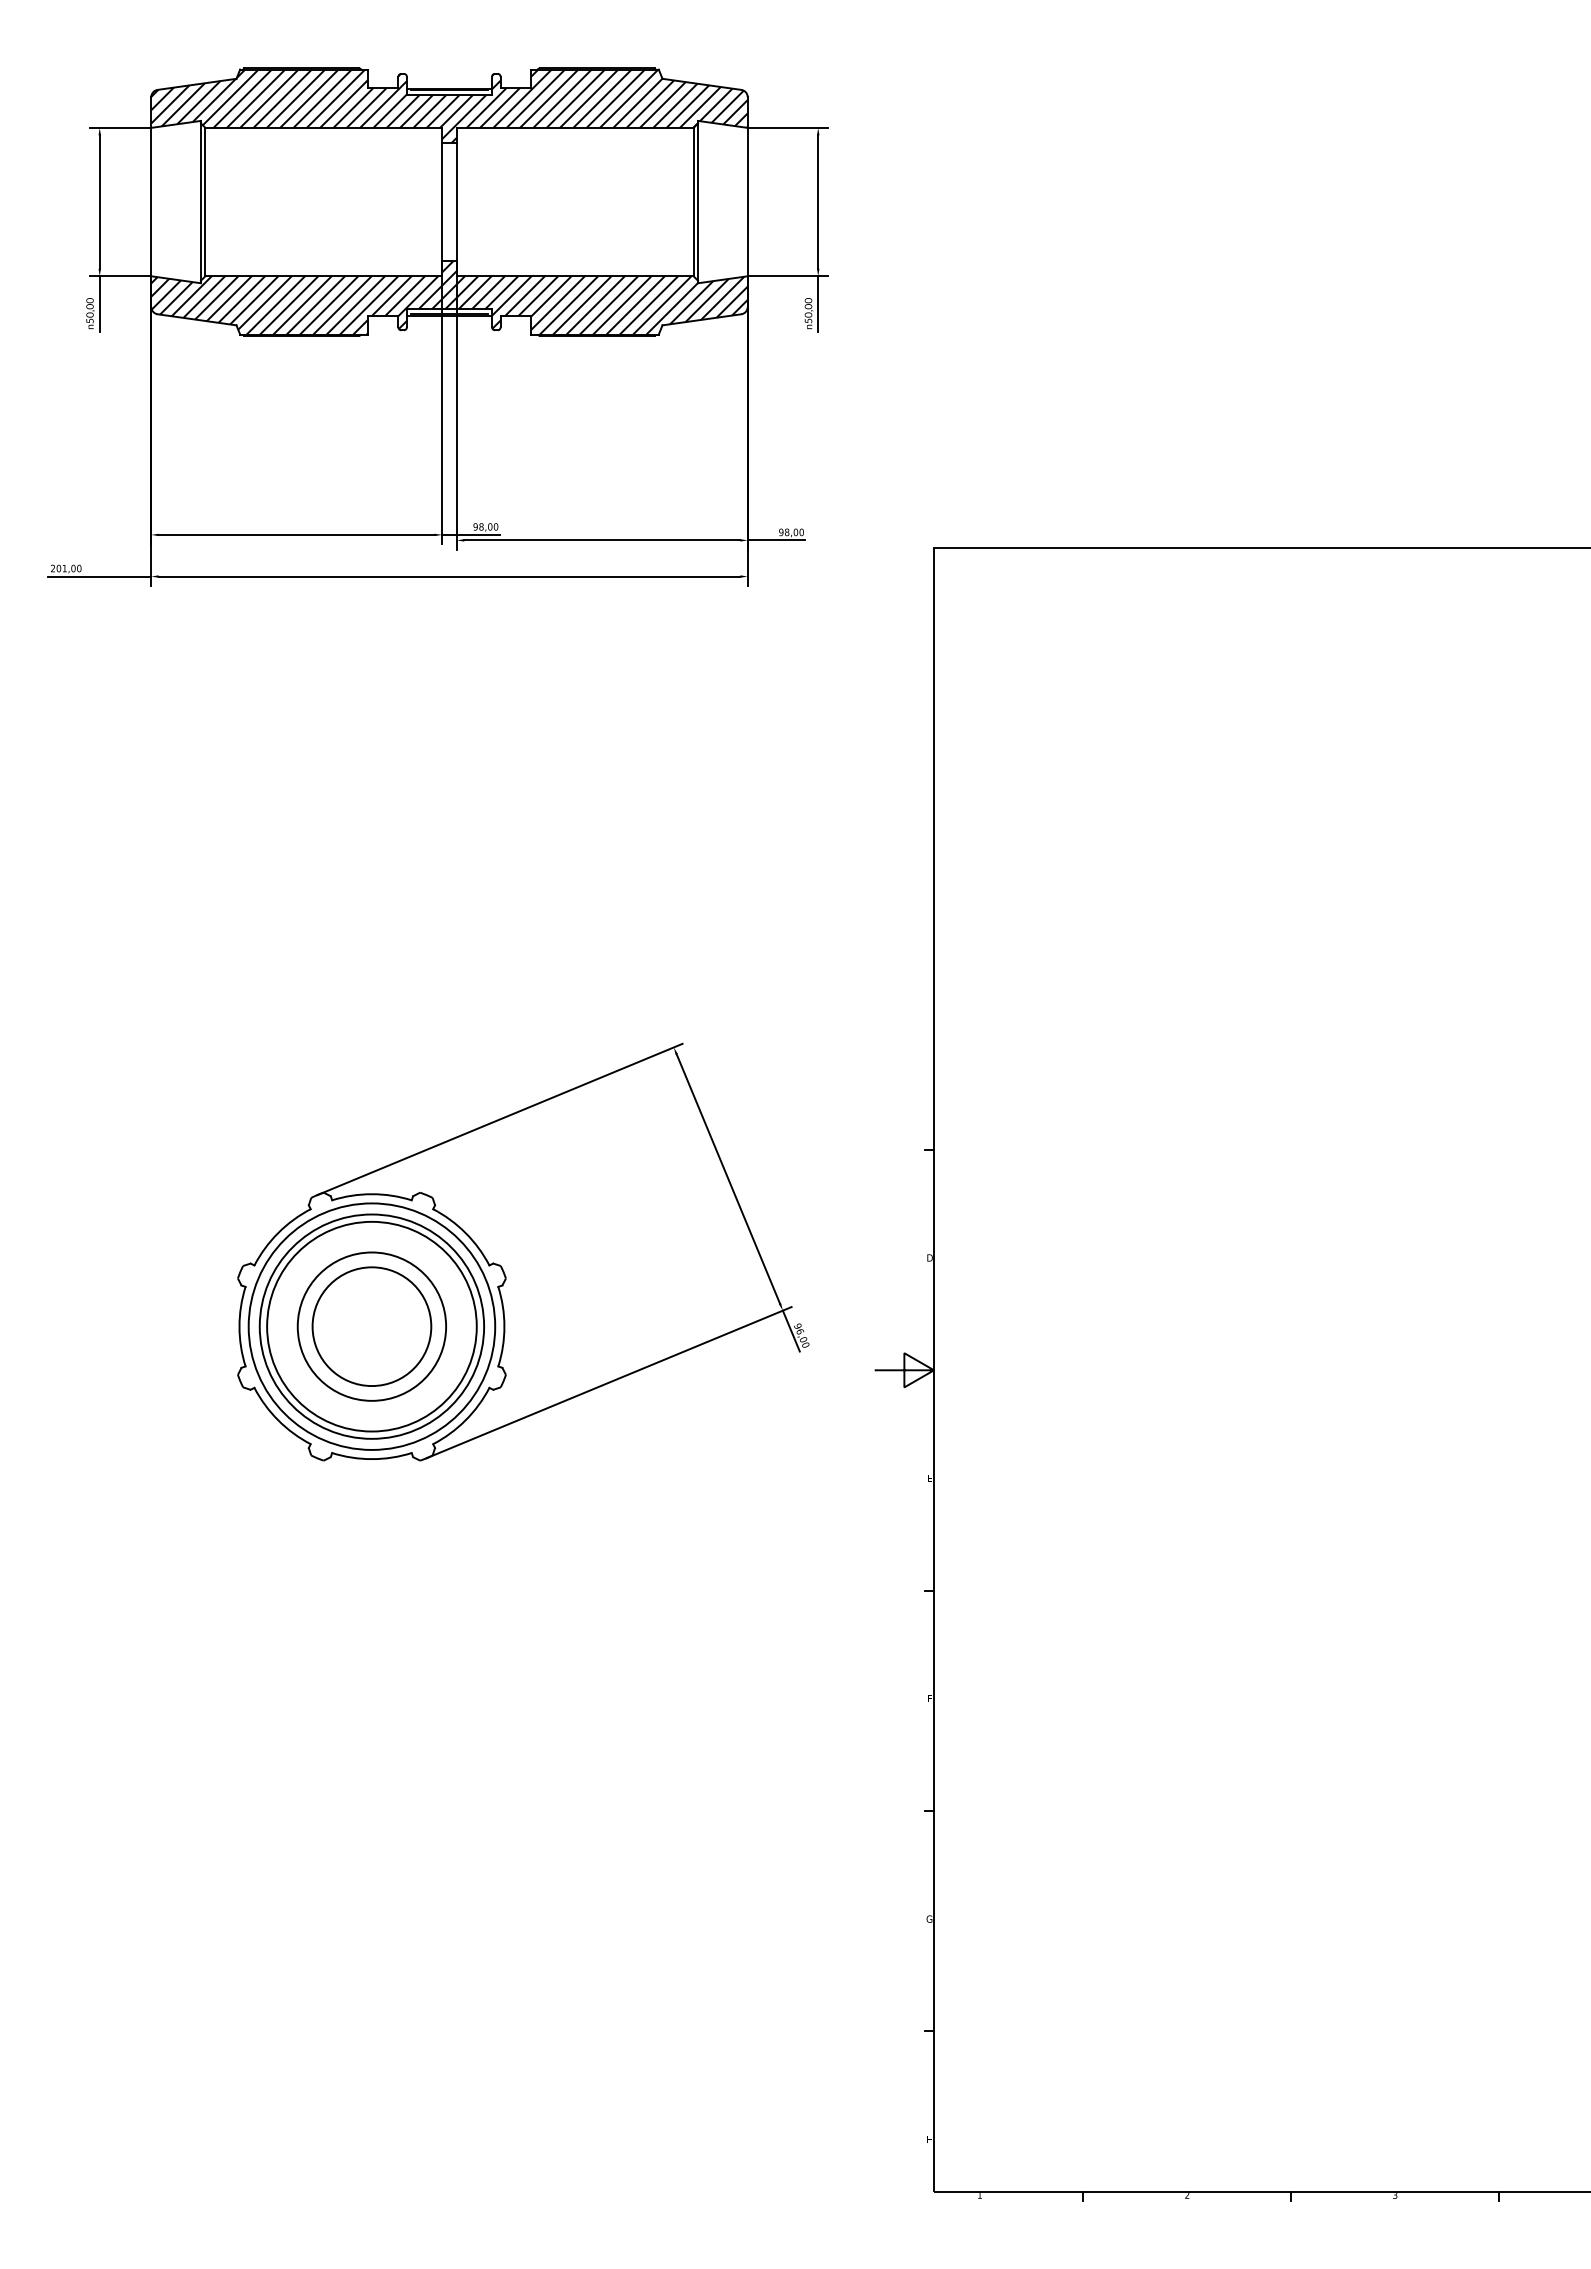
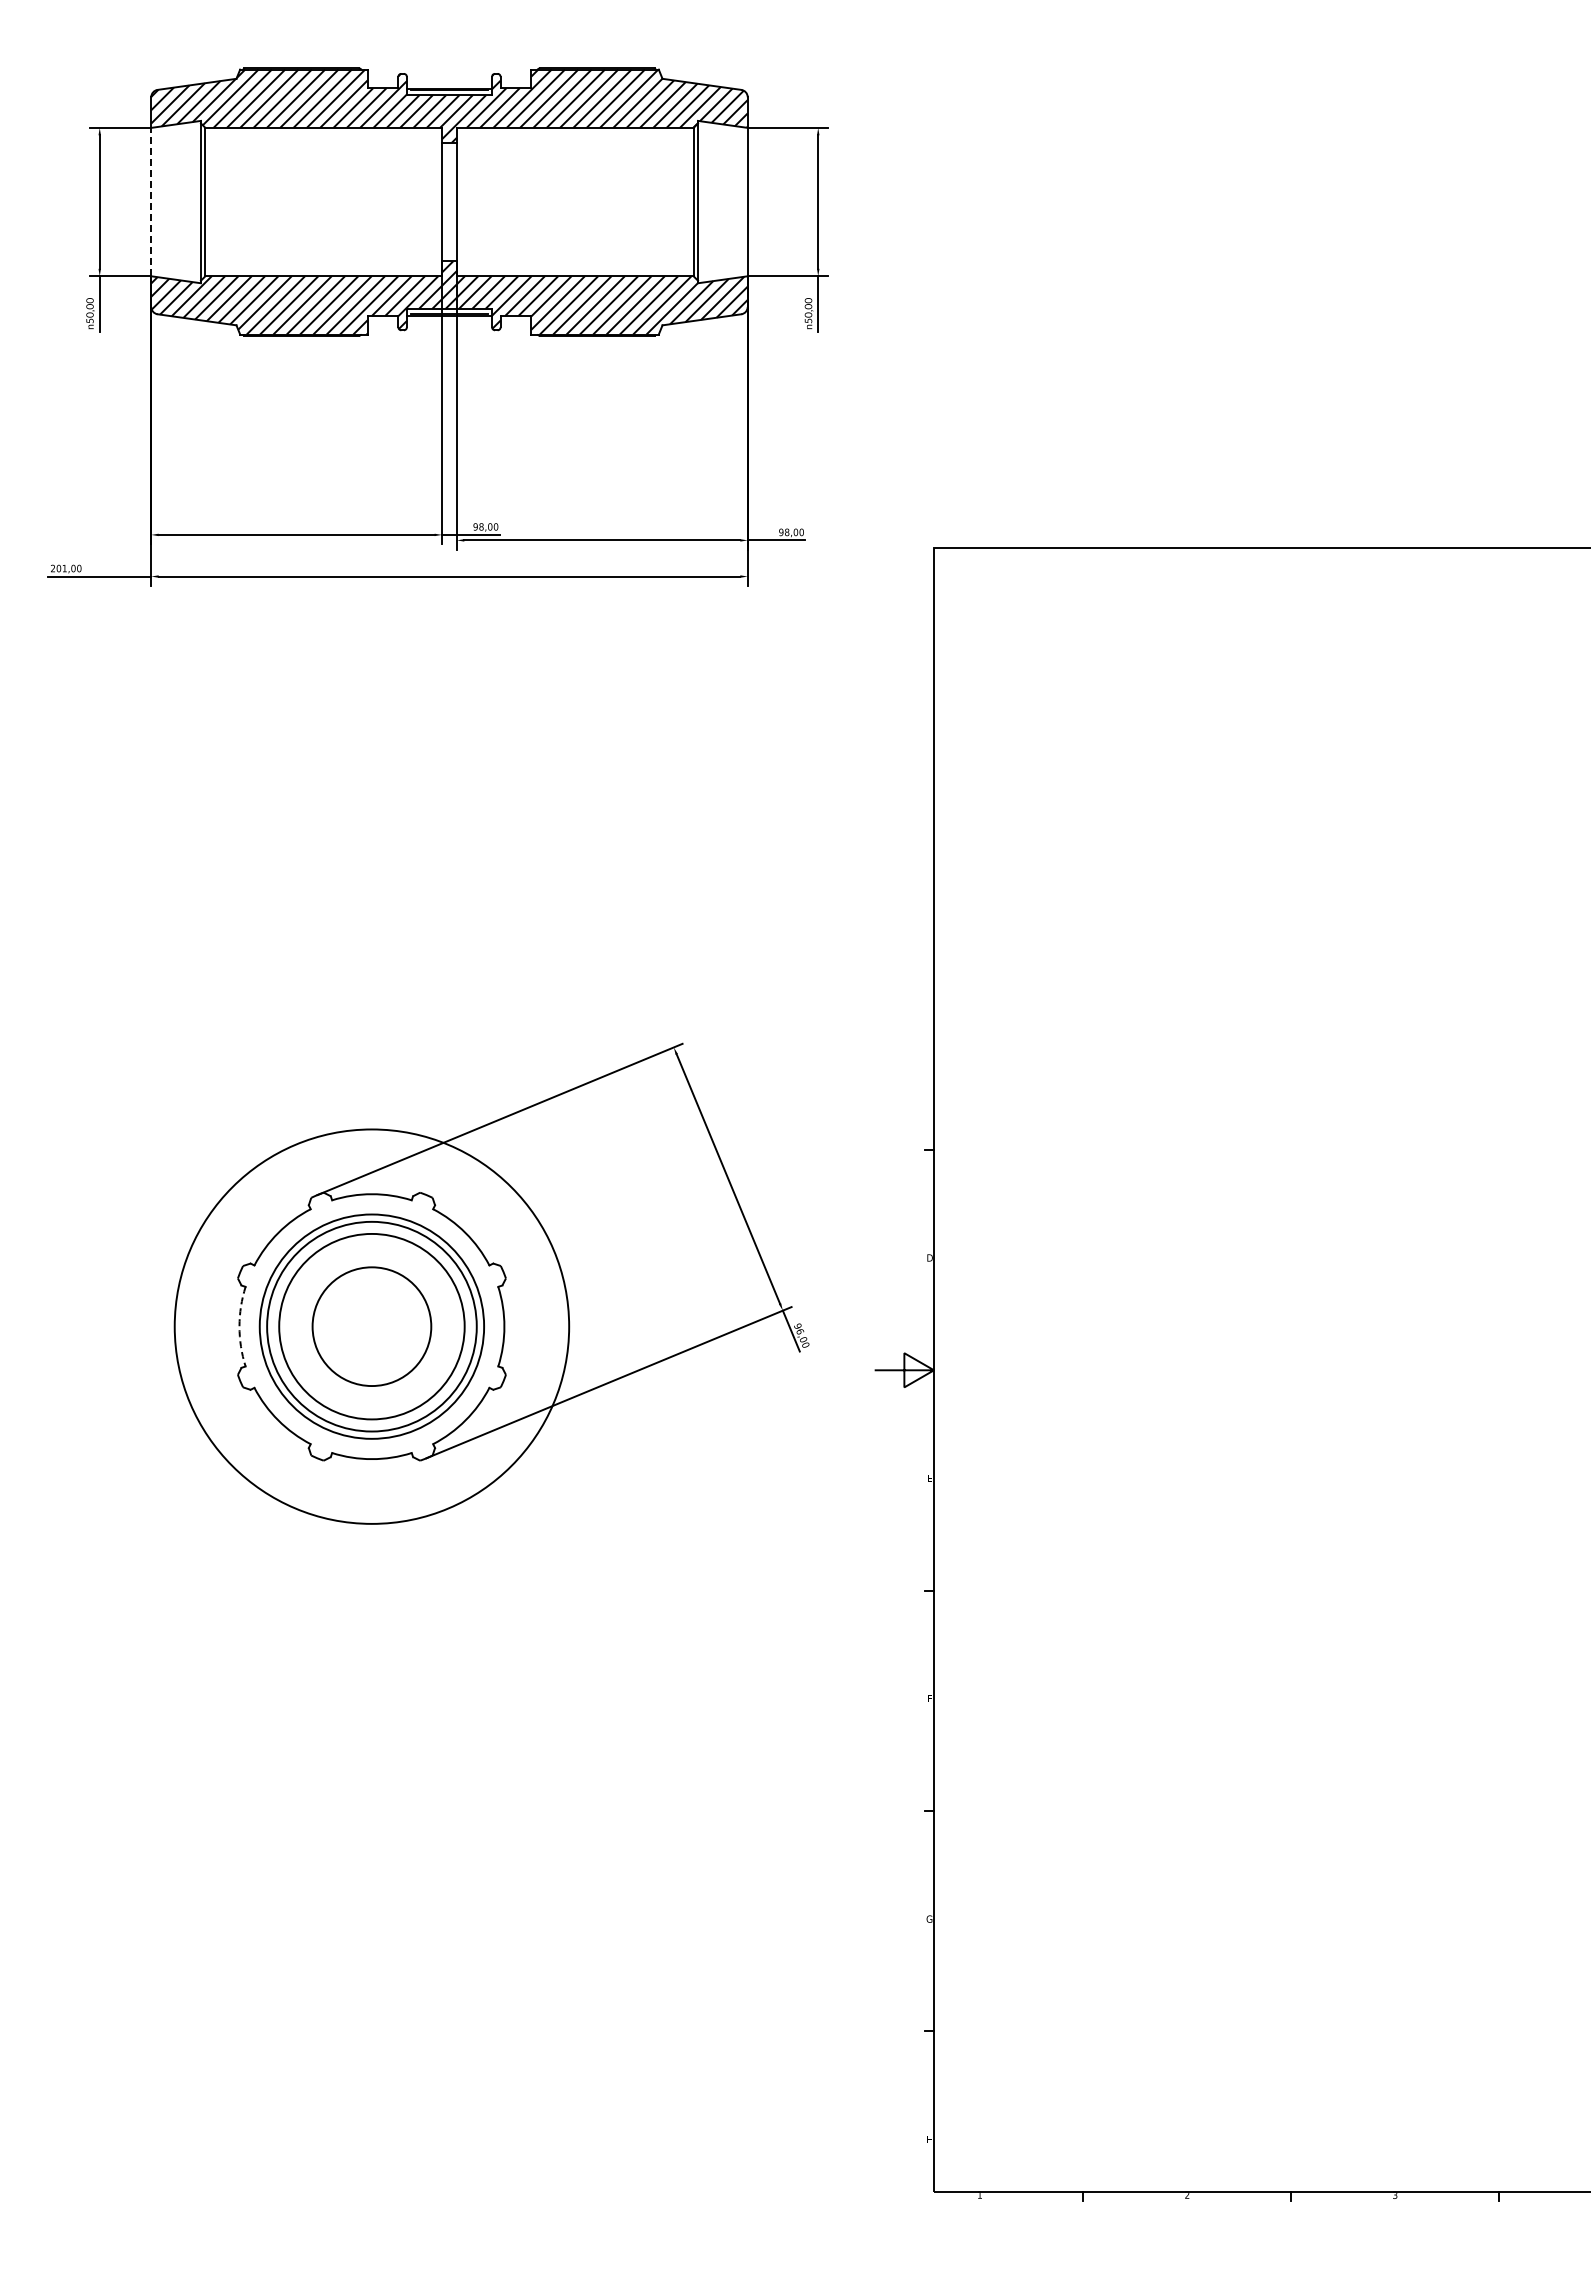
line at (151, 201): solid -> dashed
arc at (239, 1326): solid -> dashed
circle at (371, 1326) diameter: 148 px -> 185 px
circle at (371, 1326) diameter: 247 px -> 394 px
